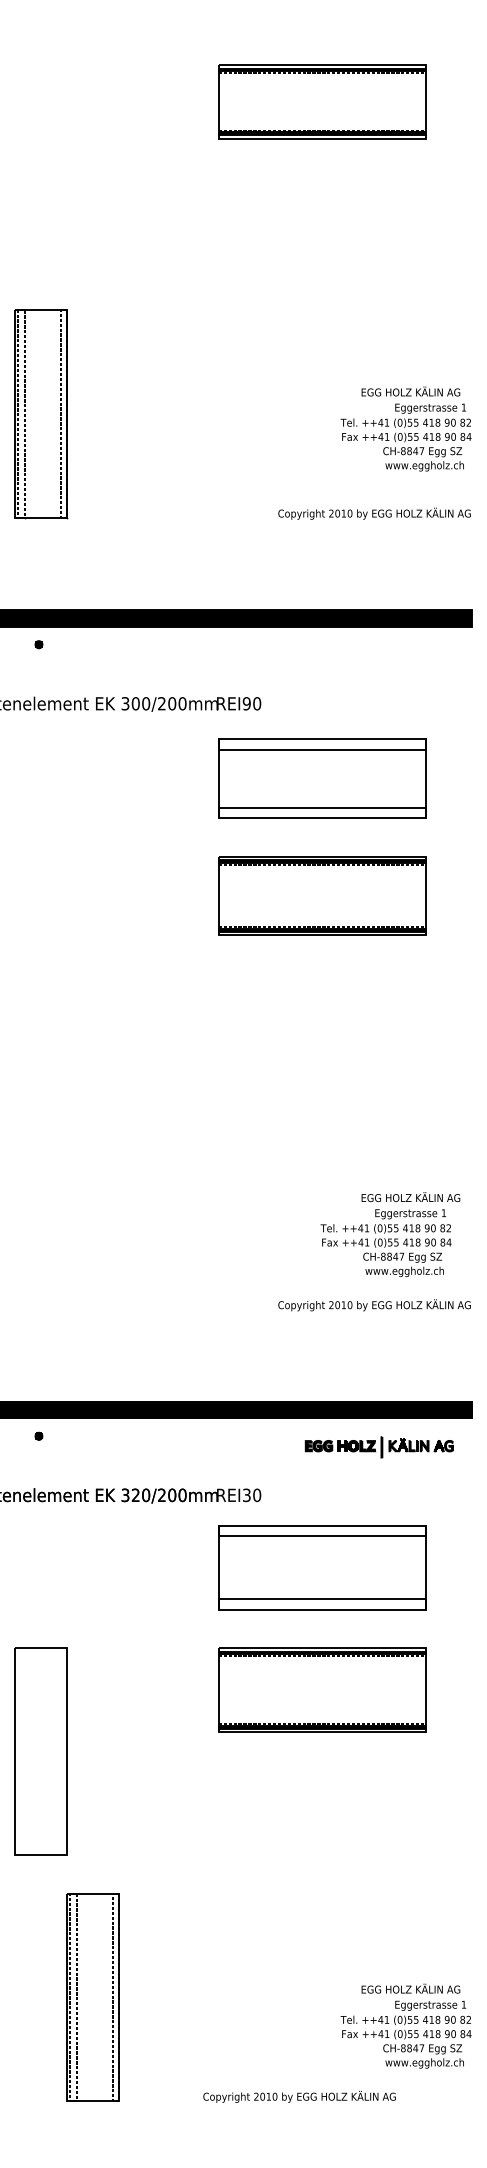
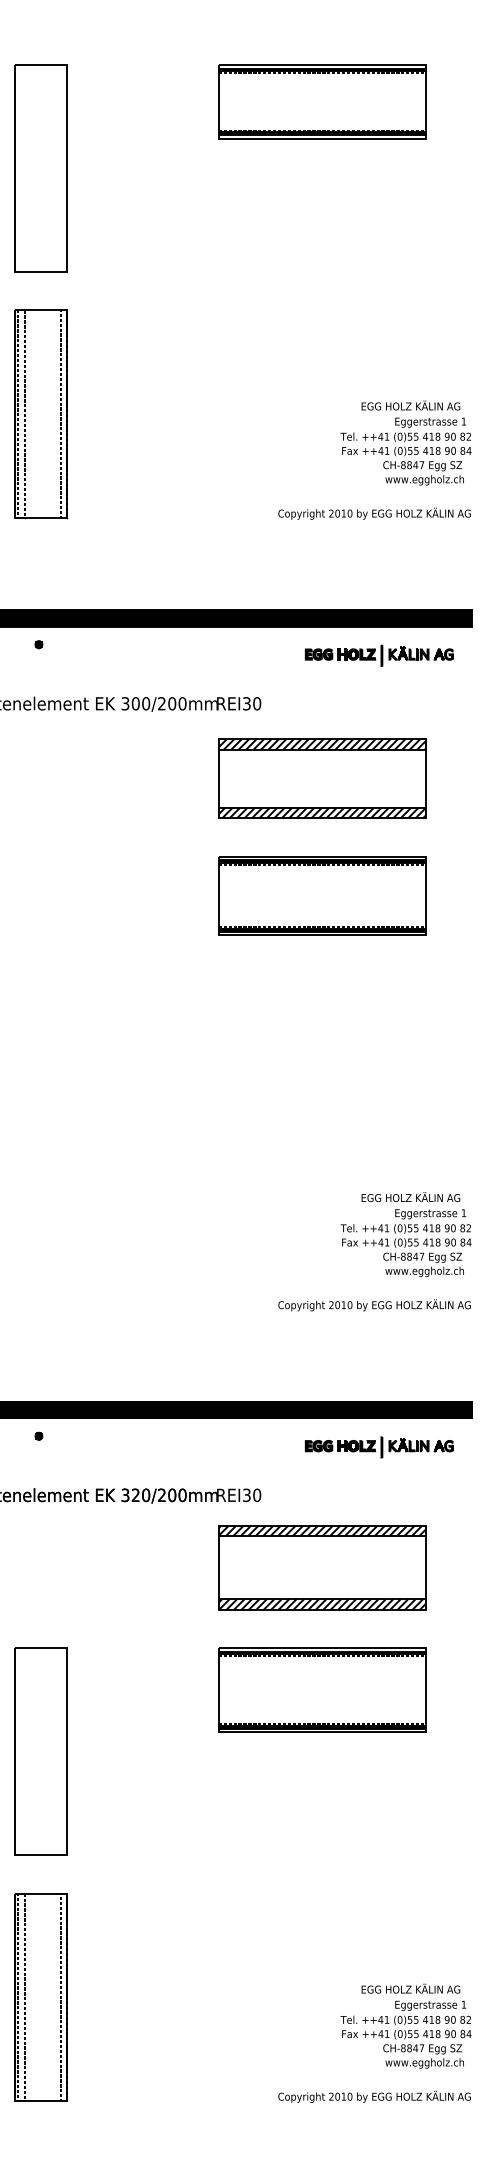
part at (40, 168): none -> present
text at (405, 428) position: (405, 428) -> (405, 442)
part at (378, 655): none -> present
text at (246, 703): REI90 -> REI30
hatch at (321, 744): none -> present
hatch at (321, 812): none -> present
text at (385, 1242) position: (385, 1242) -> (405, 1242)
hatch at (321, 1530): none -> present
hatch at (321, 1604): none -> present
part at (92, 1997) position: (92, 1997) -> (40, 1997)
text at (299, 2096) position: (299, 2096) -> (374, 2096)
